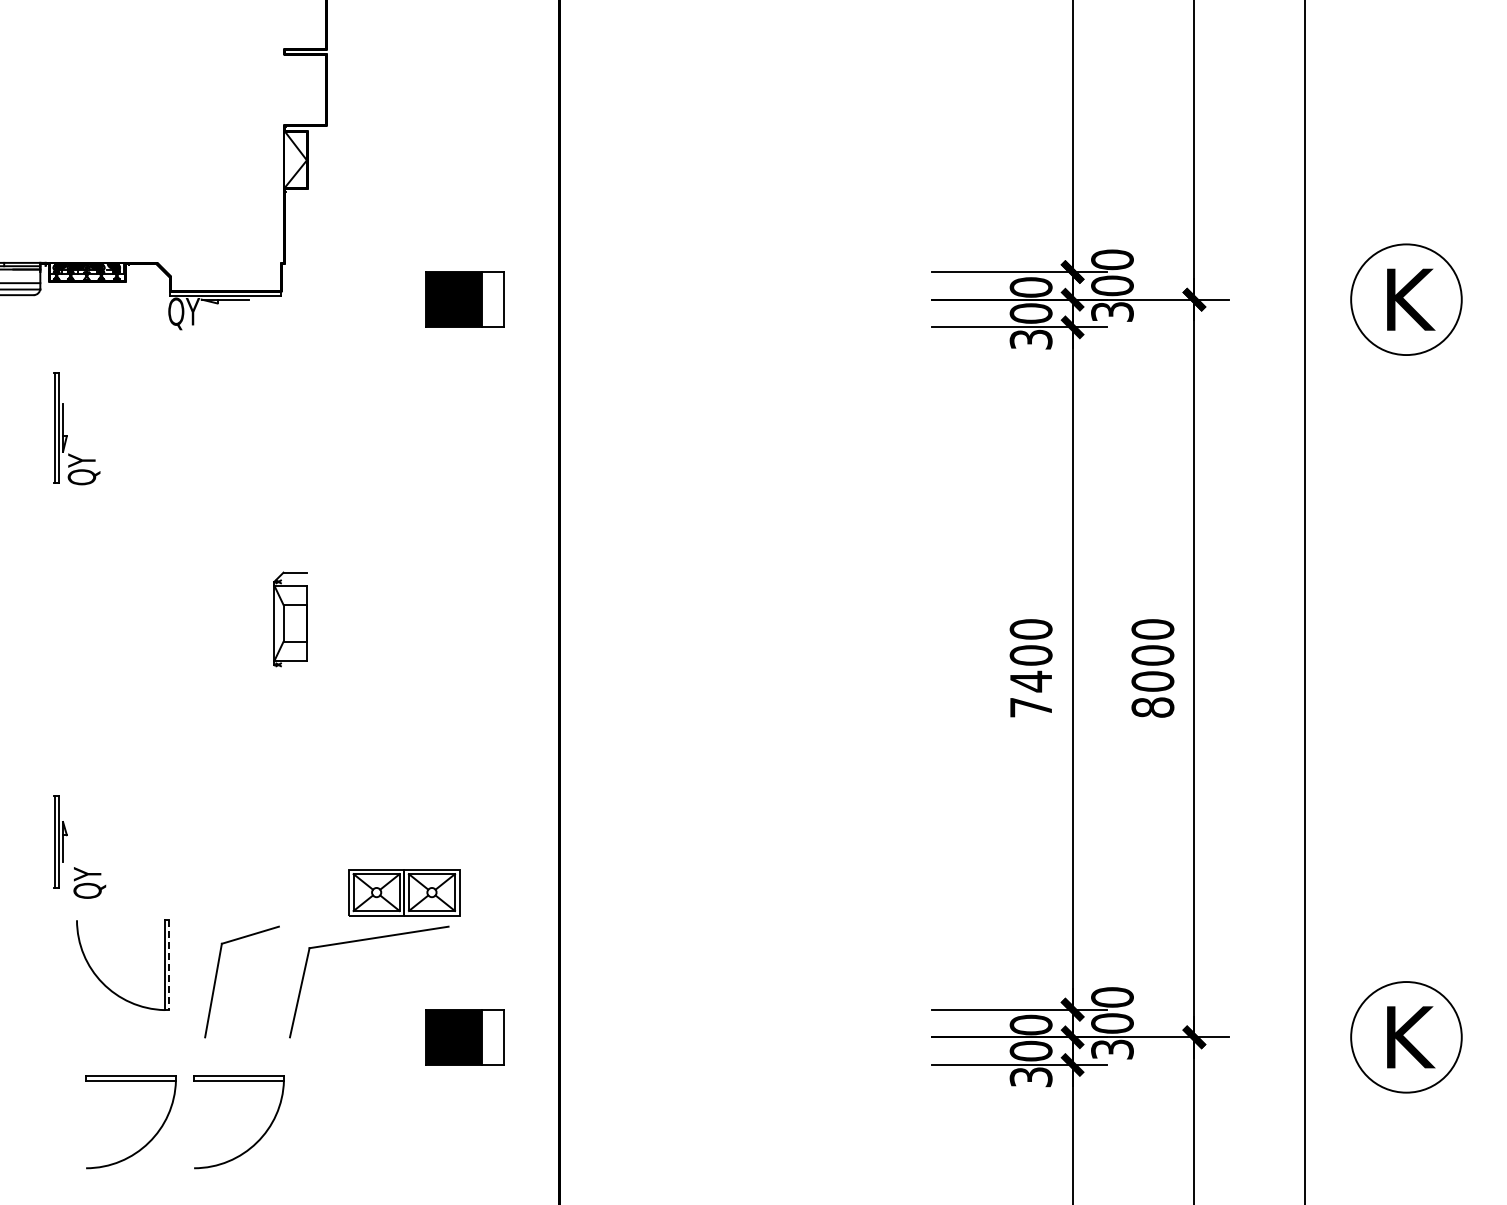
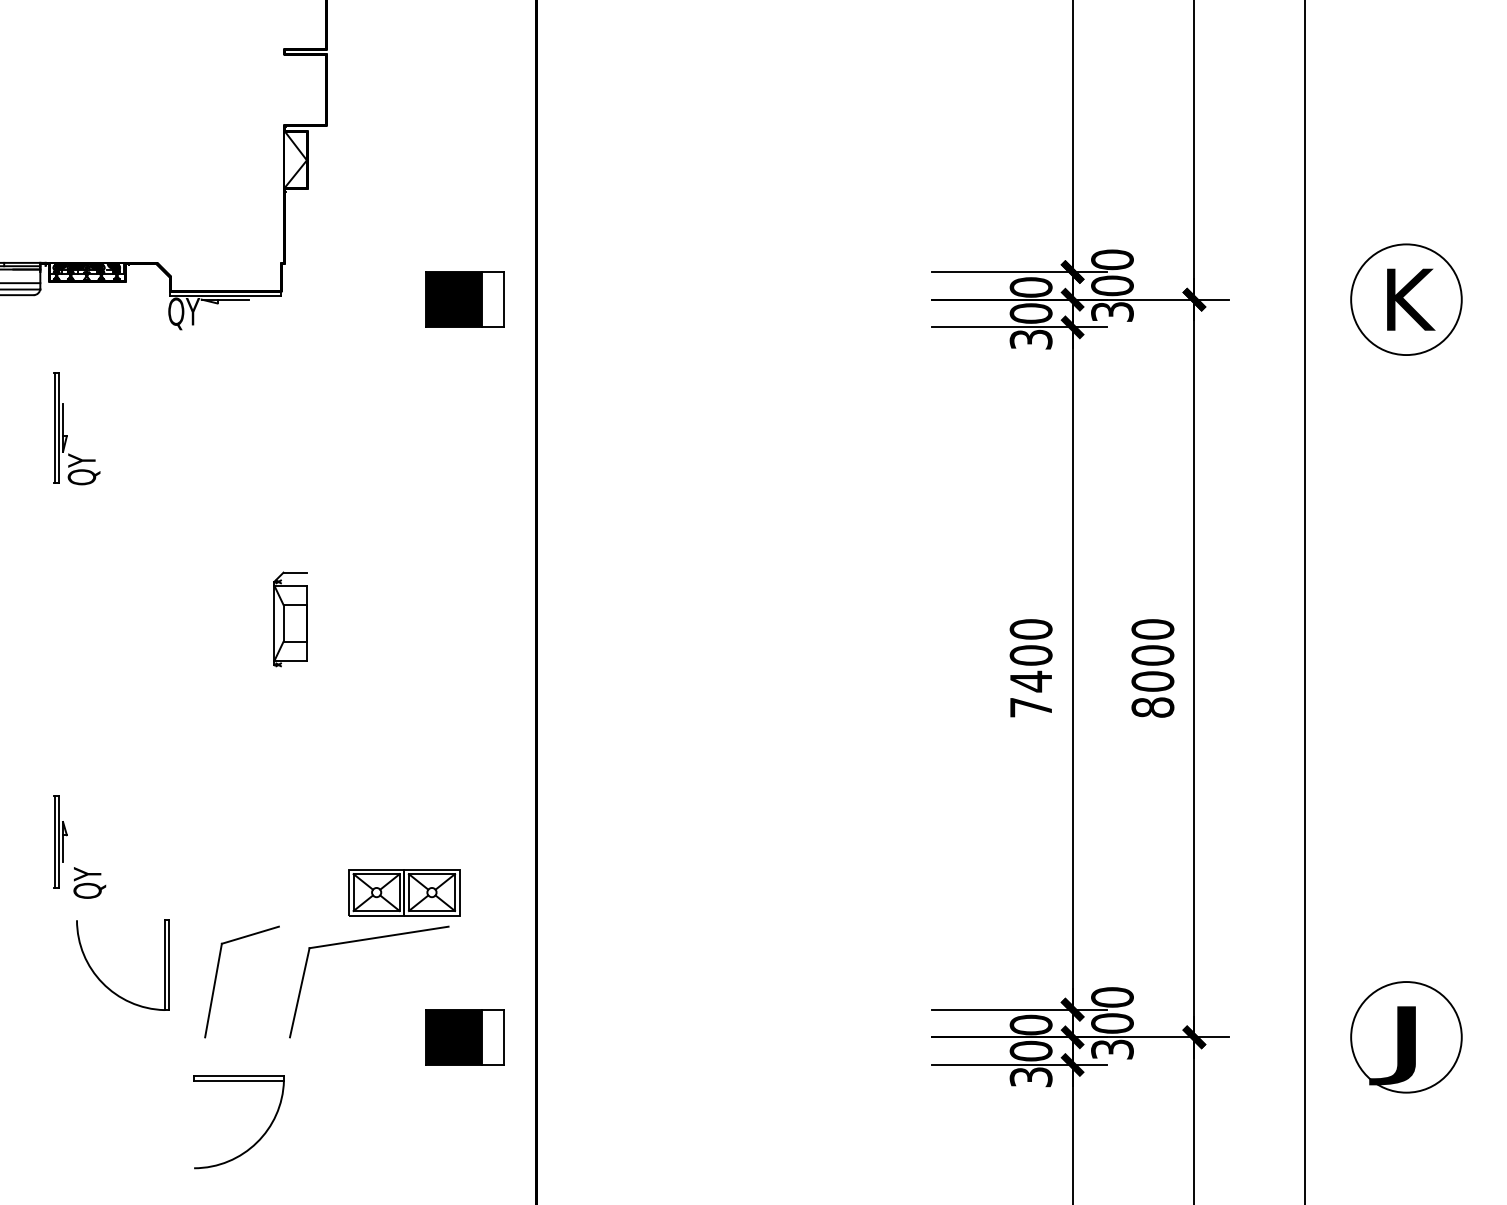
line at (558, 601) position: (558, 601) -> (535, 601)
line at (169, 965): dashed -> solid
text at (1402, 1045): K -> J
part at (149, 1140): present -> none
